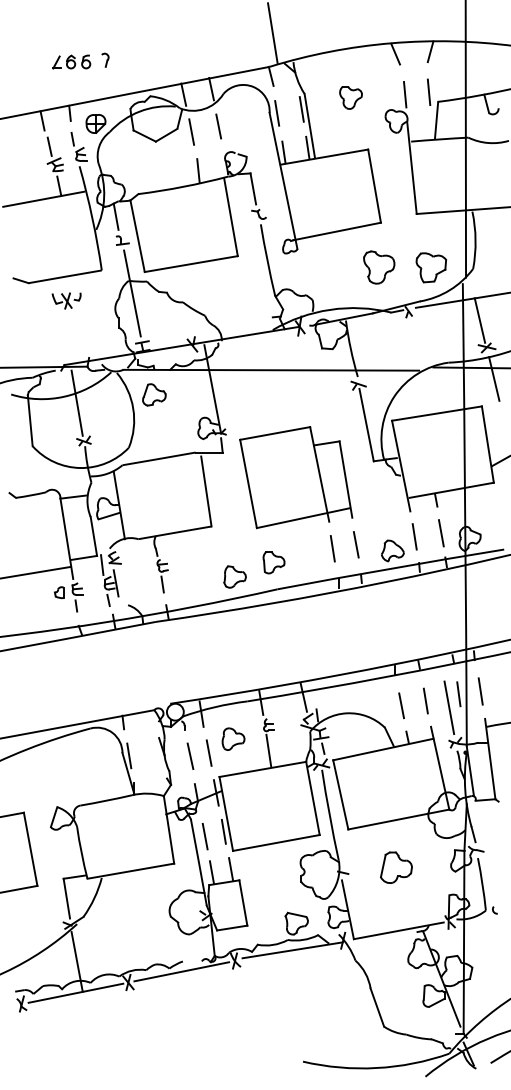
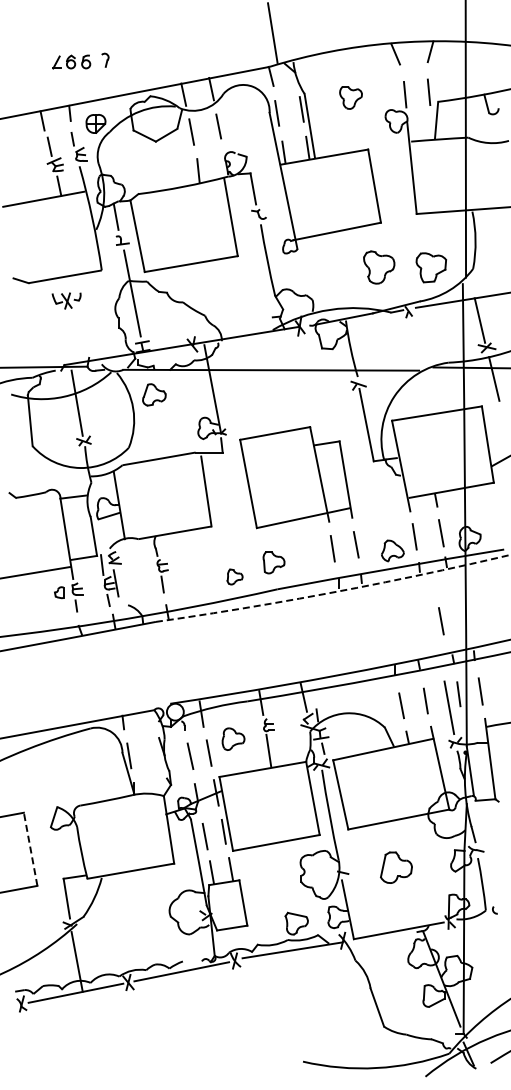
part at (234, 576) size: 24x24 px -> 18x18 px
arc at (334, 592): solid -> dashed
line at (441, 621): none -> present
line at (30, 848): solid -> dashed
